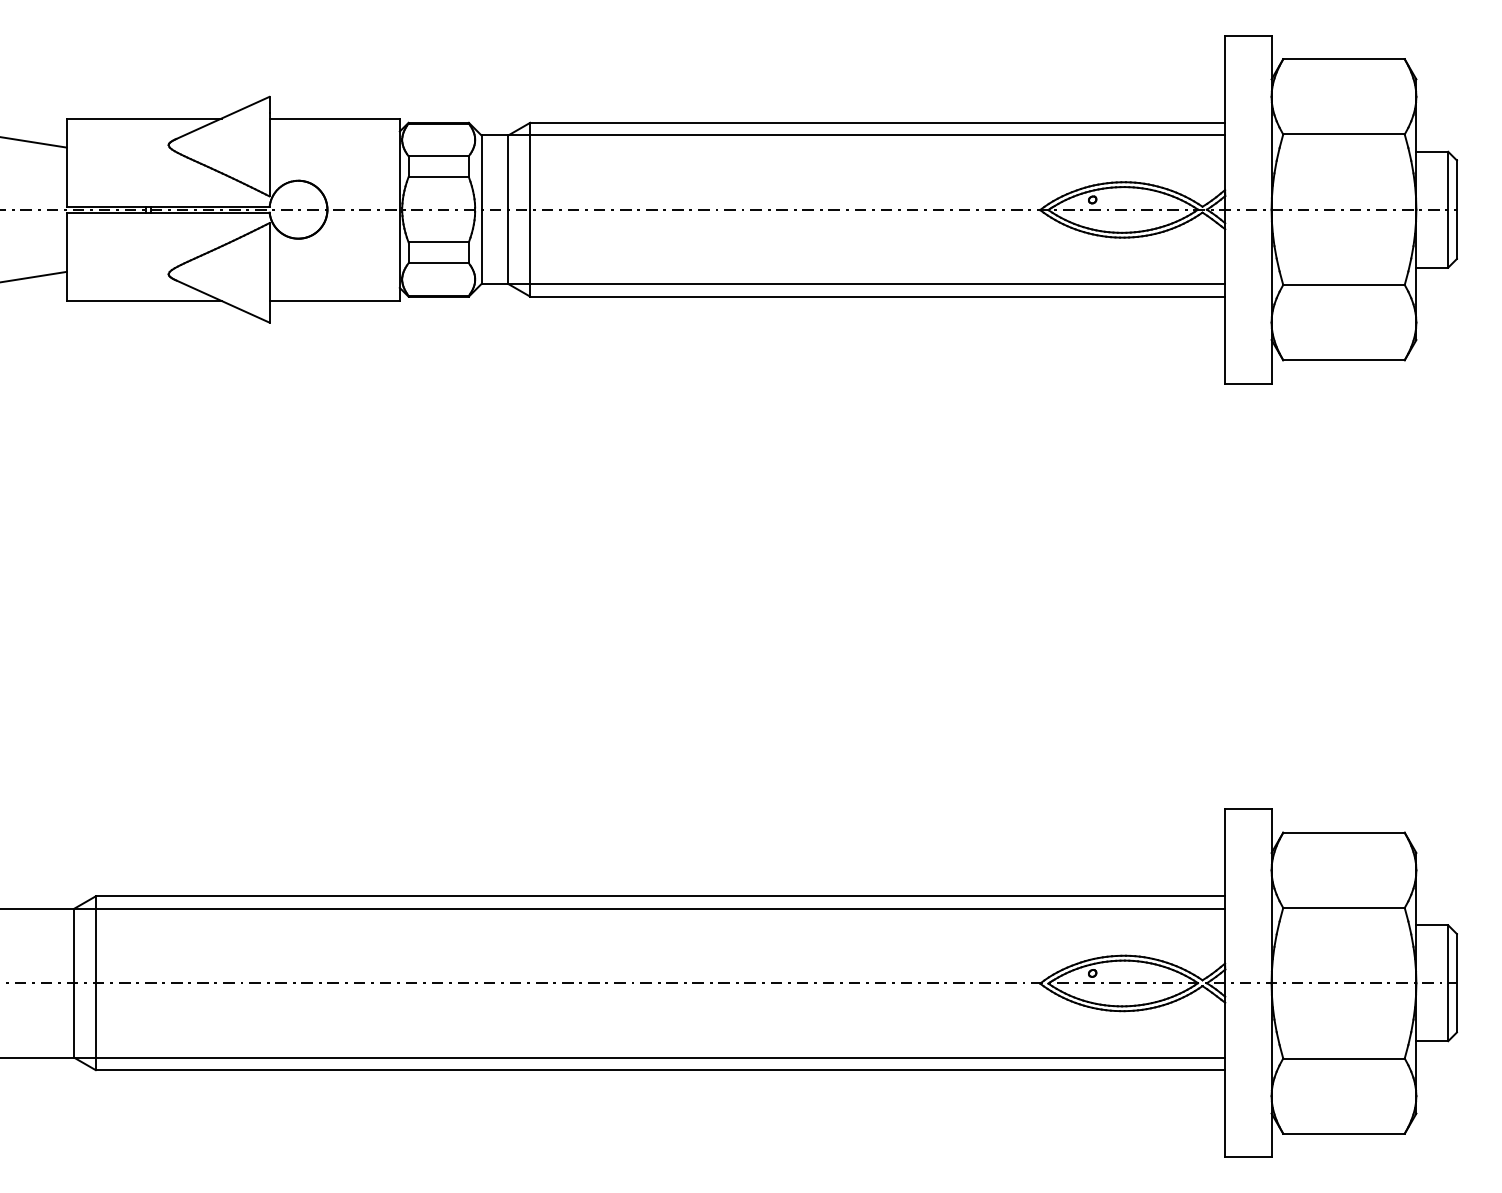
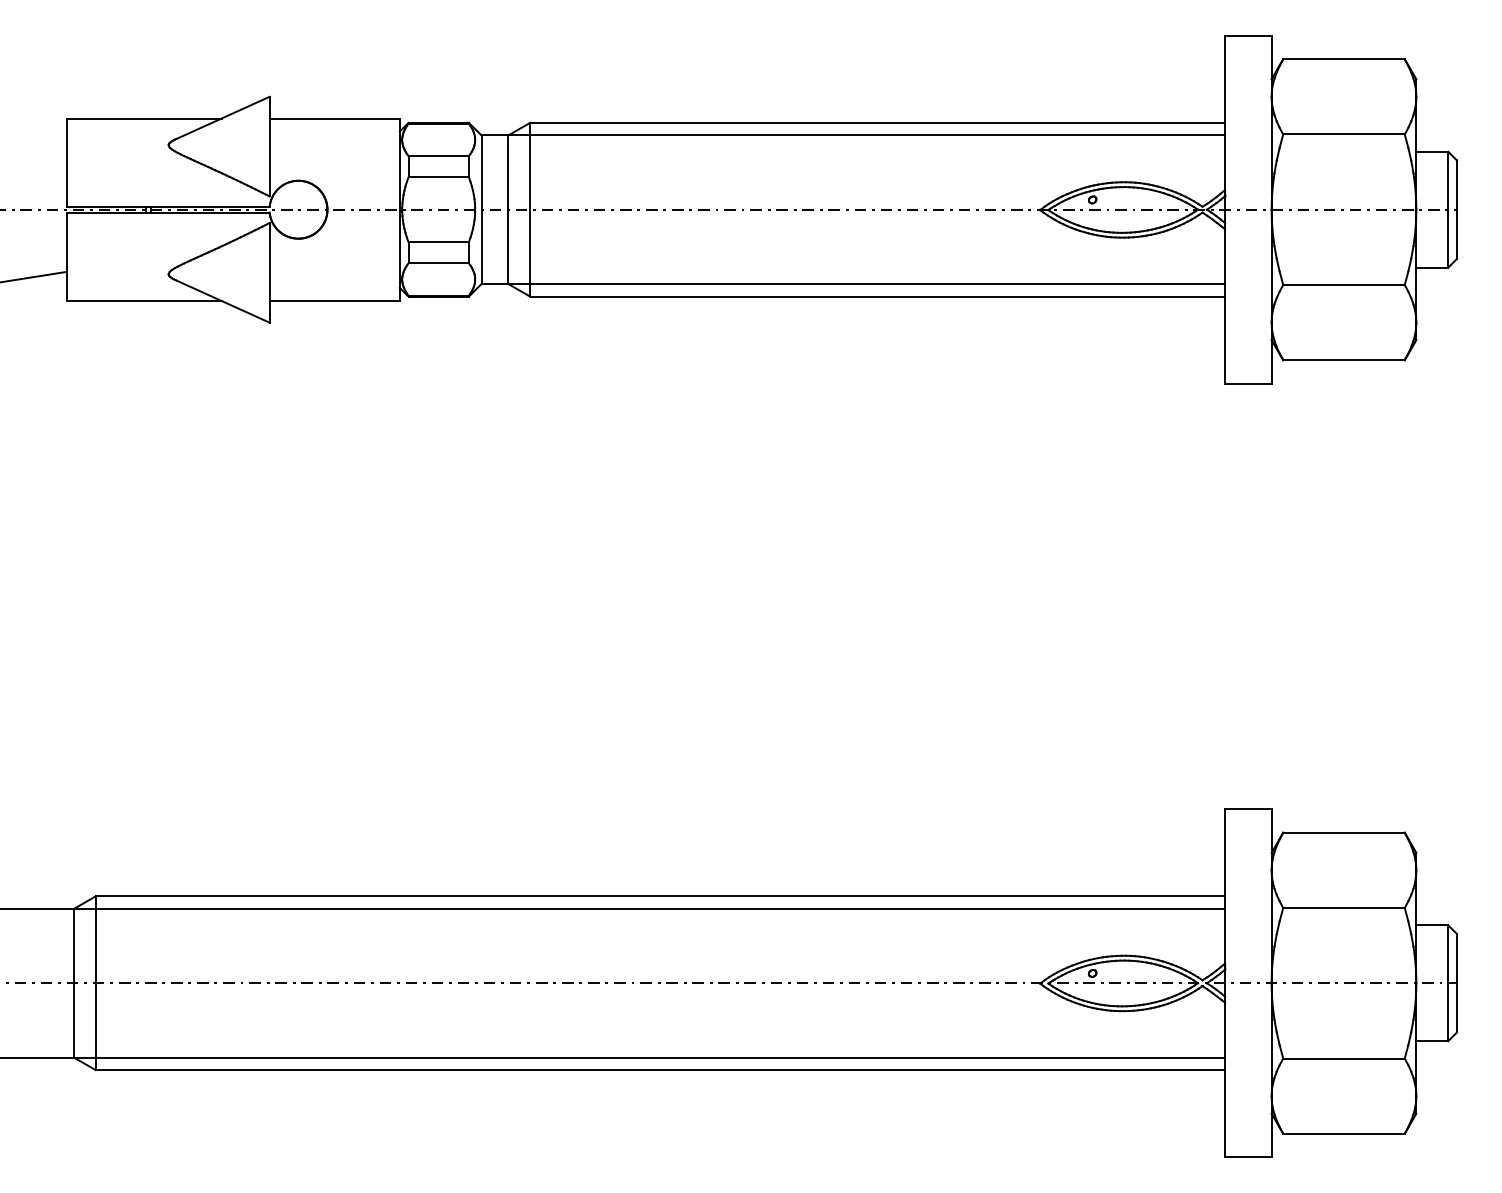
line at (34, 142): present -> none
